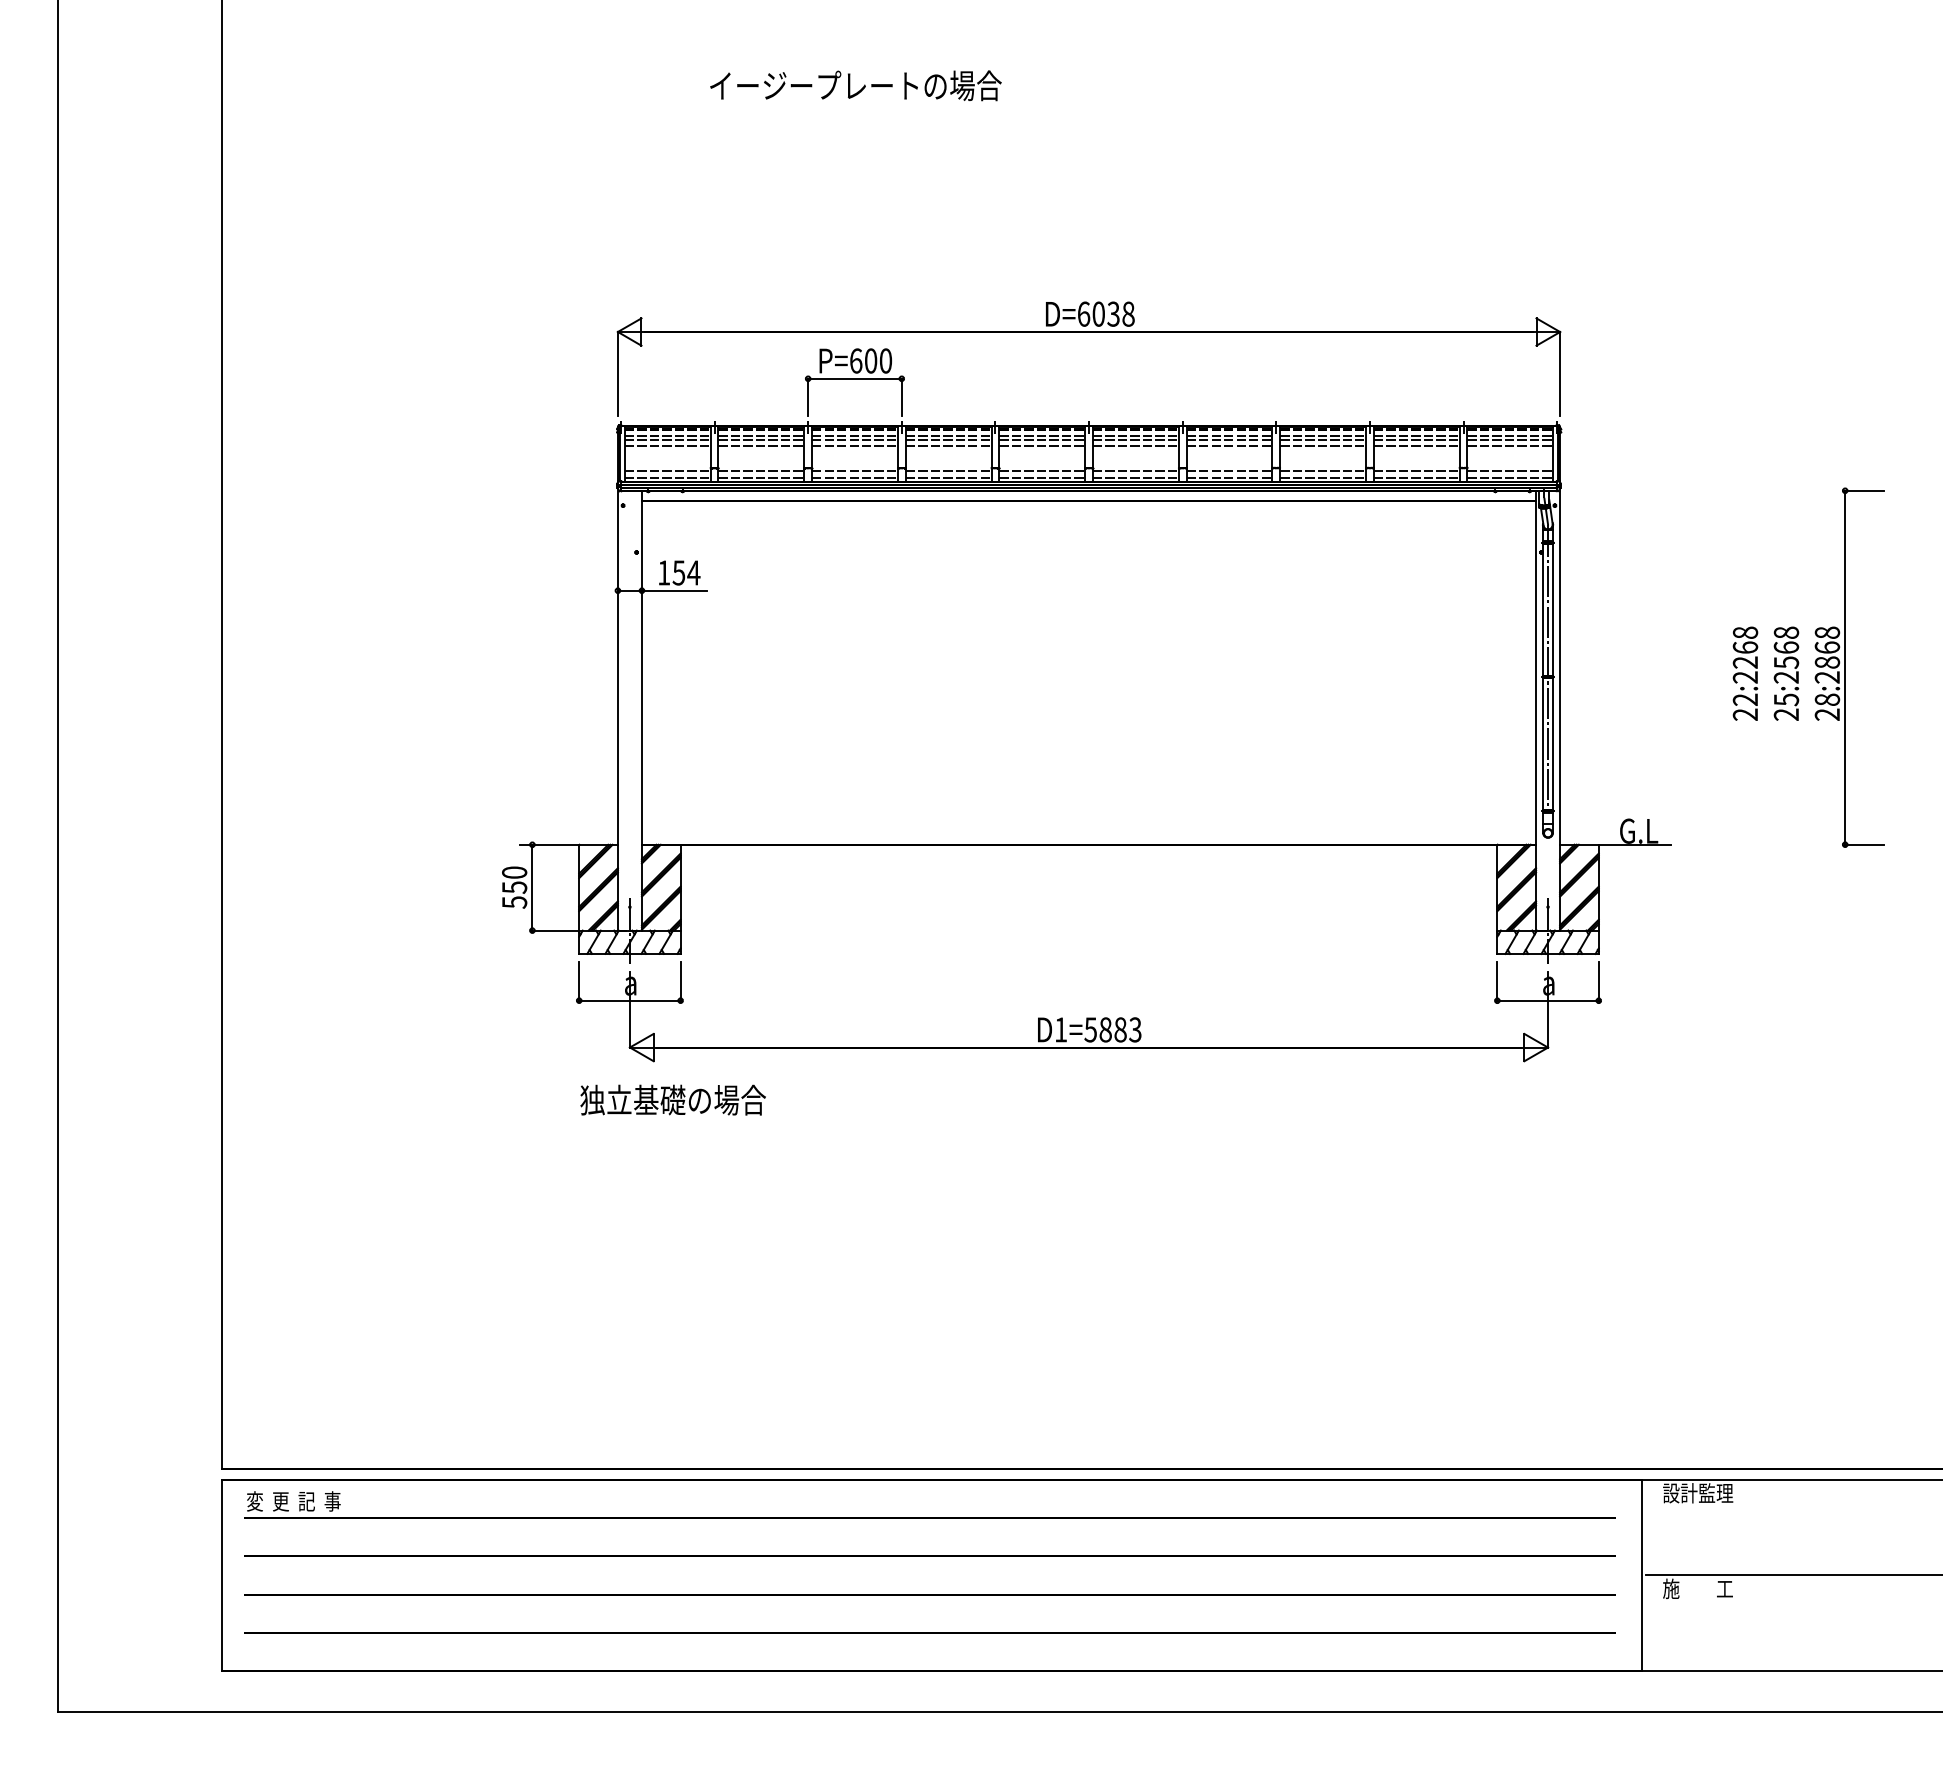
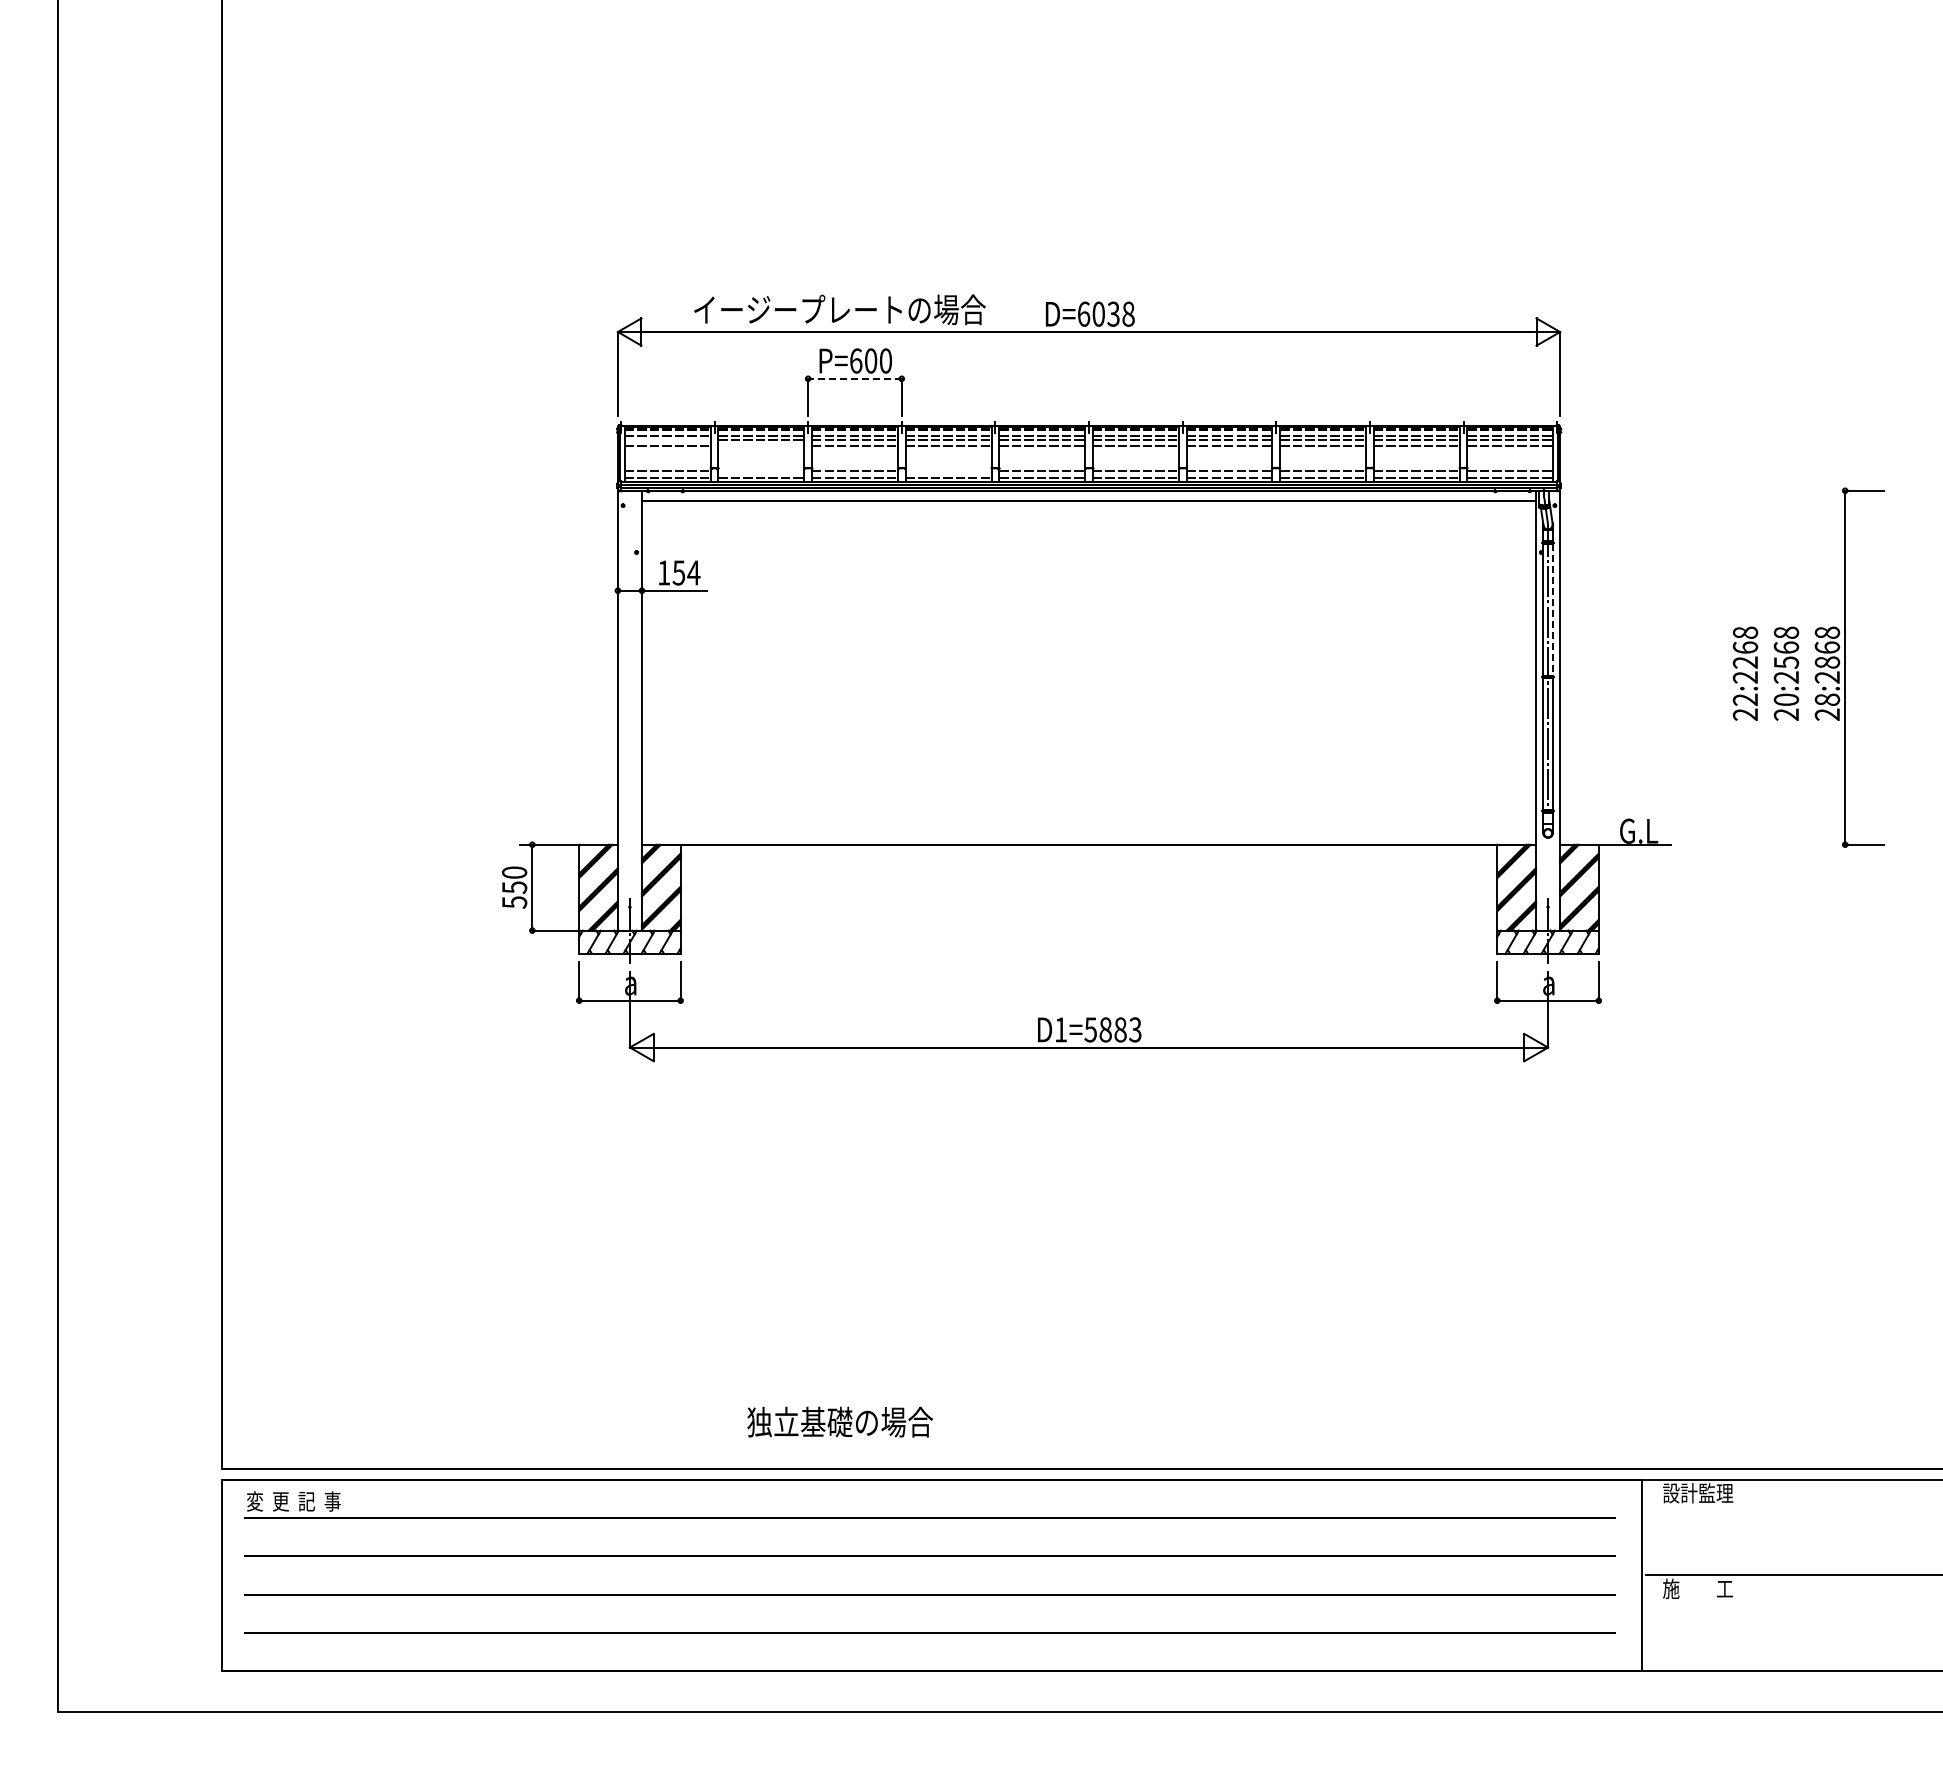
text at (855, 85) position: (855, 85) -> (839, 309)
line at (854, 378): solid -> dashed
line at (667, 439): present -> none
line at (761, 446): present -> none
line at (761, 471): present -> none
line at (948, 471): present -> none
line at (1552, 609): solid -> dashed
text at (1786, 699): 25:2568 -> 20:2568
text at (672, 1099) position: (672, 1099) -> (839, 1421)
